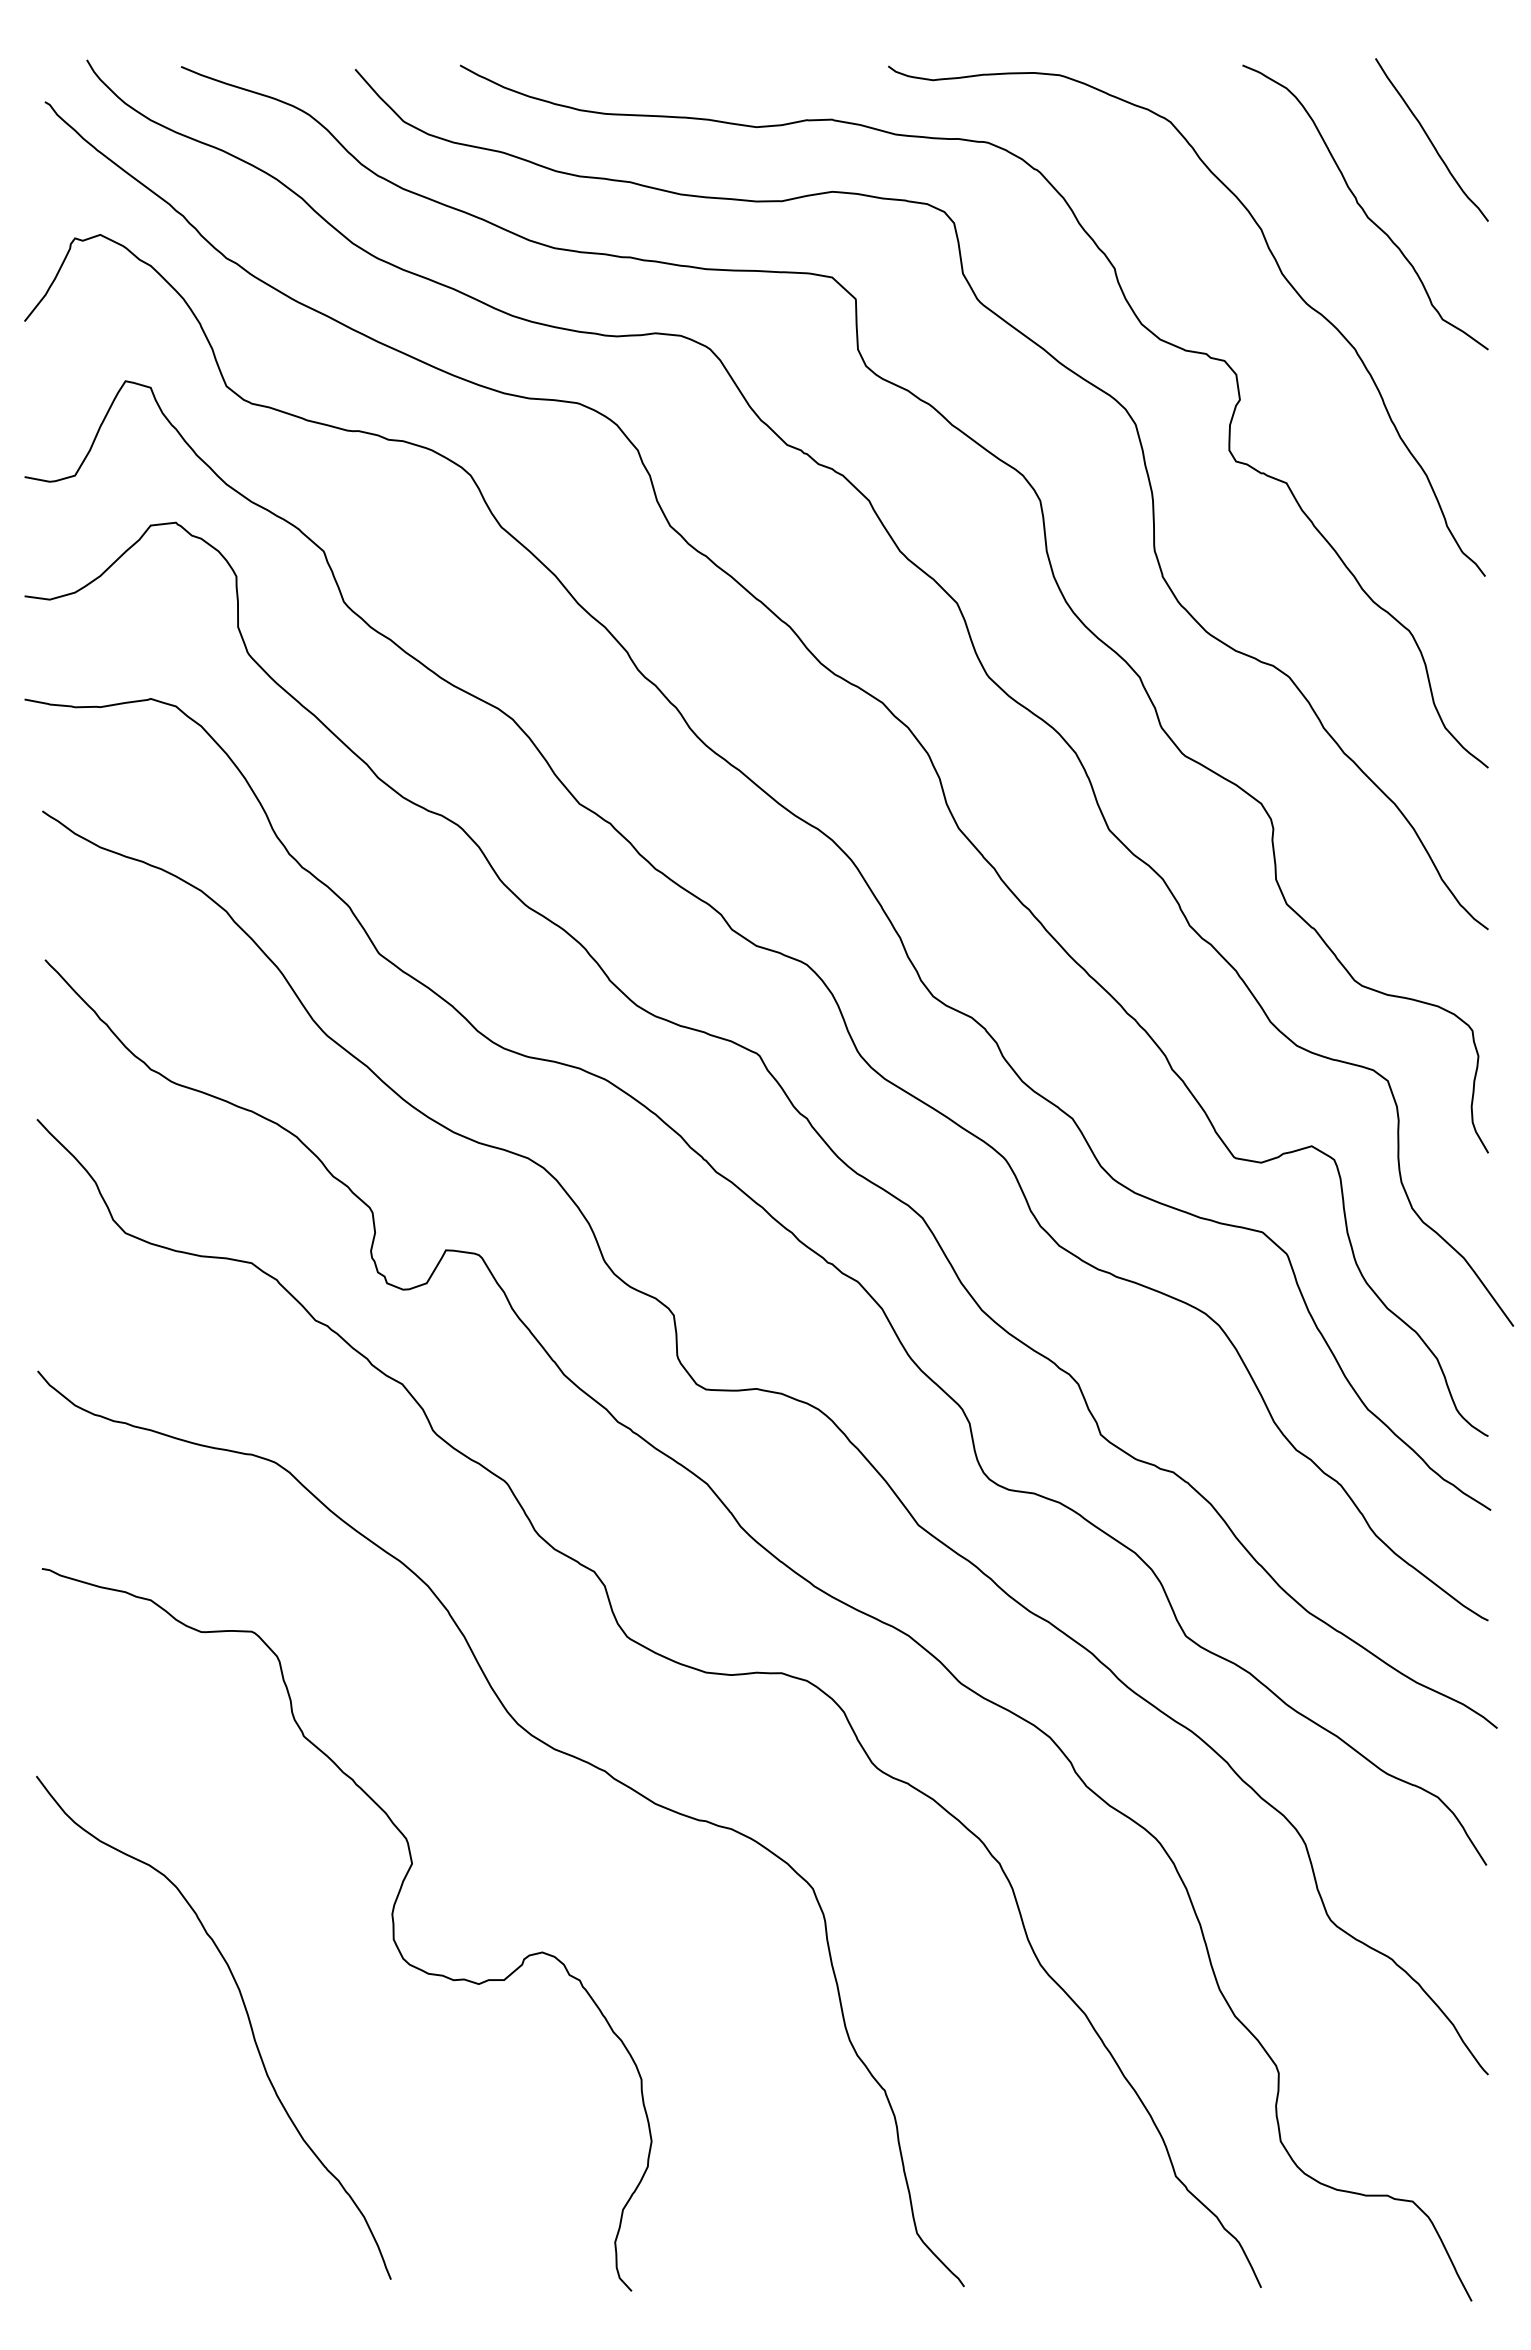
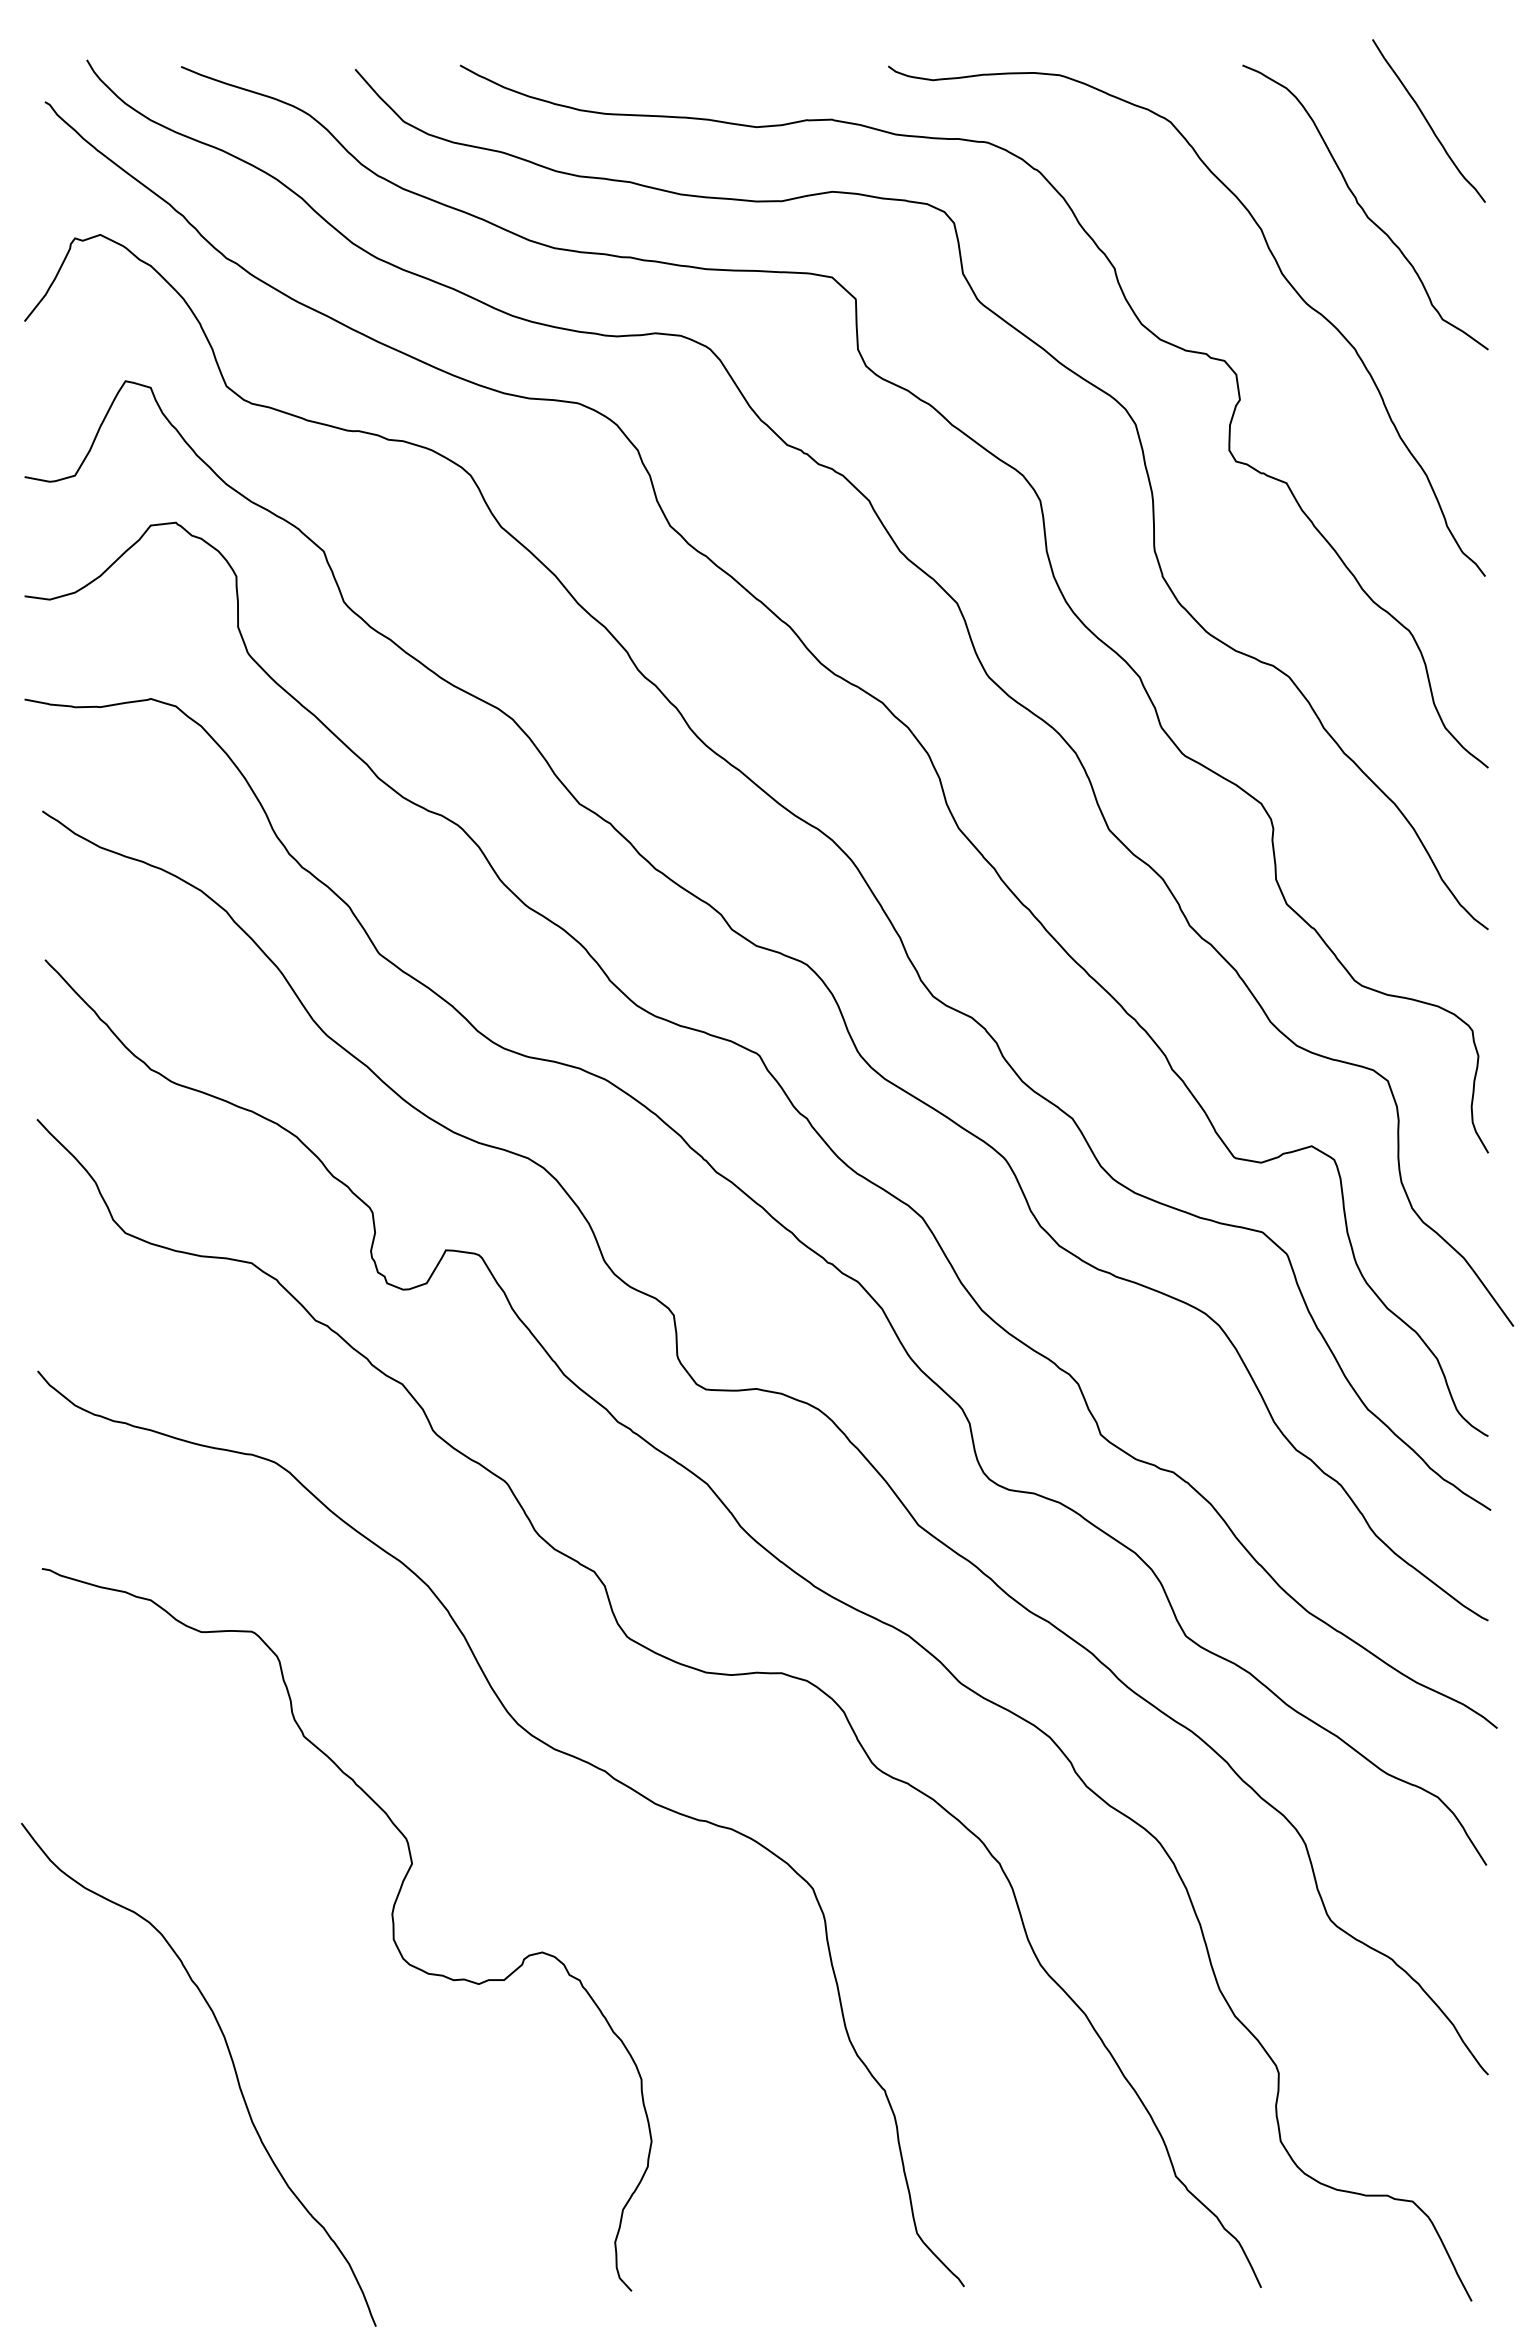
curve at (1430, 139) position: (1430, 139) -> (1427, 120)
curve at (247, 2017) position: (247, 2017) -> (232, 2064)
